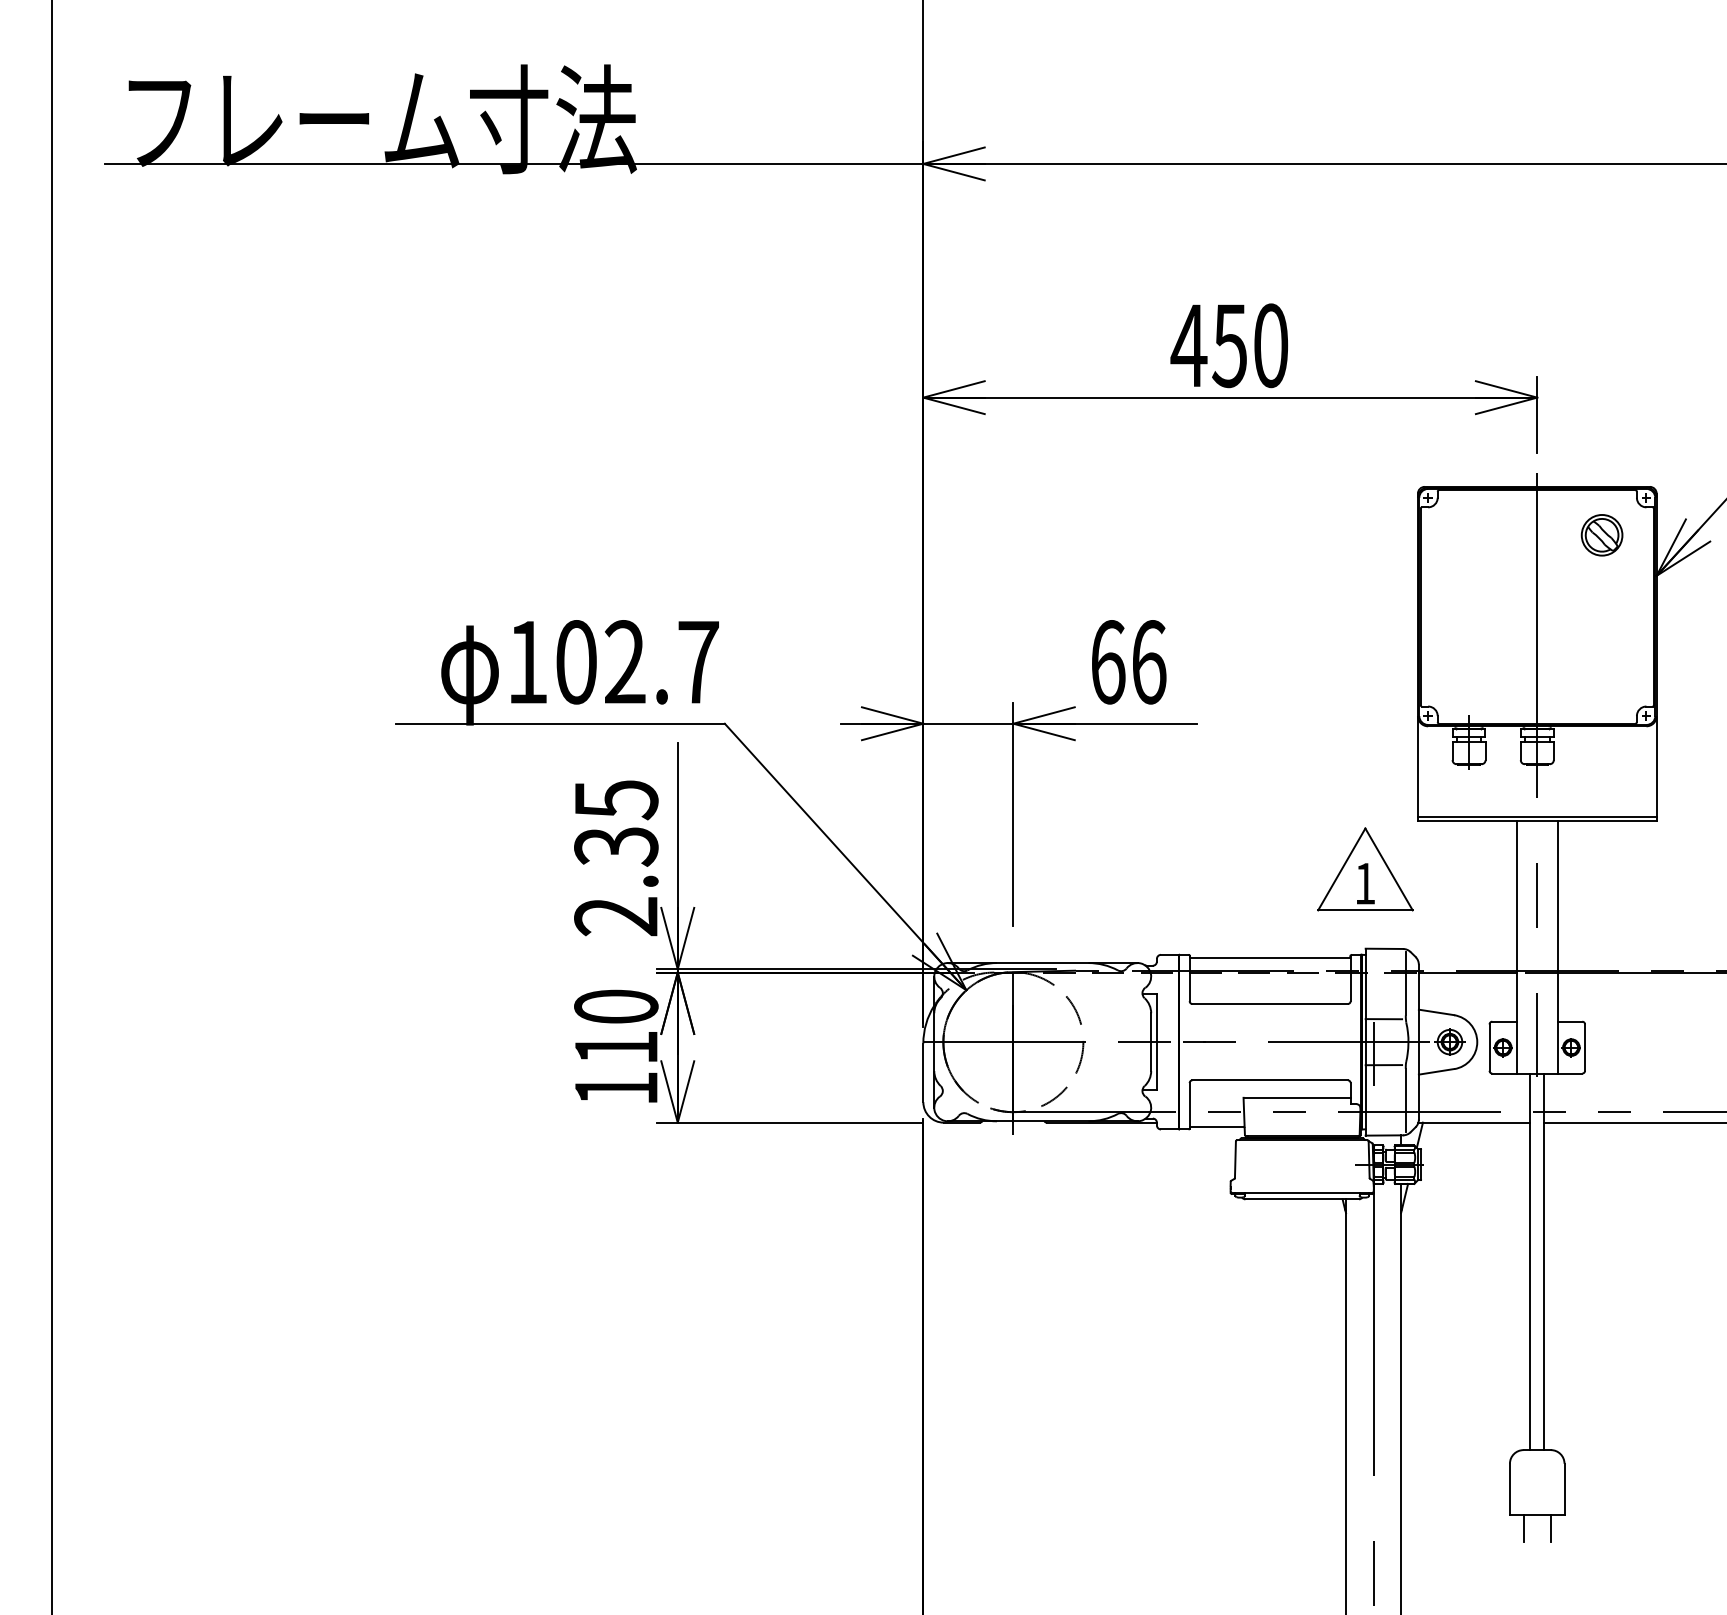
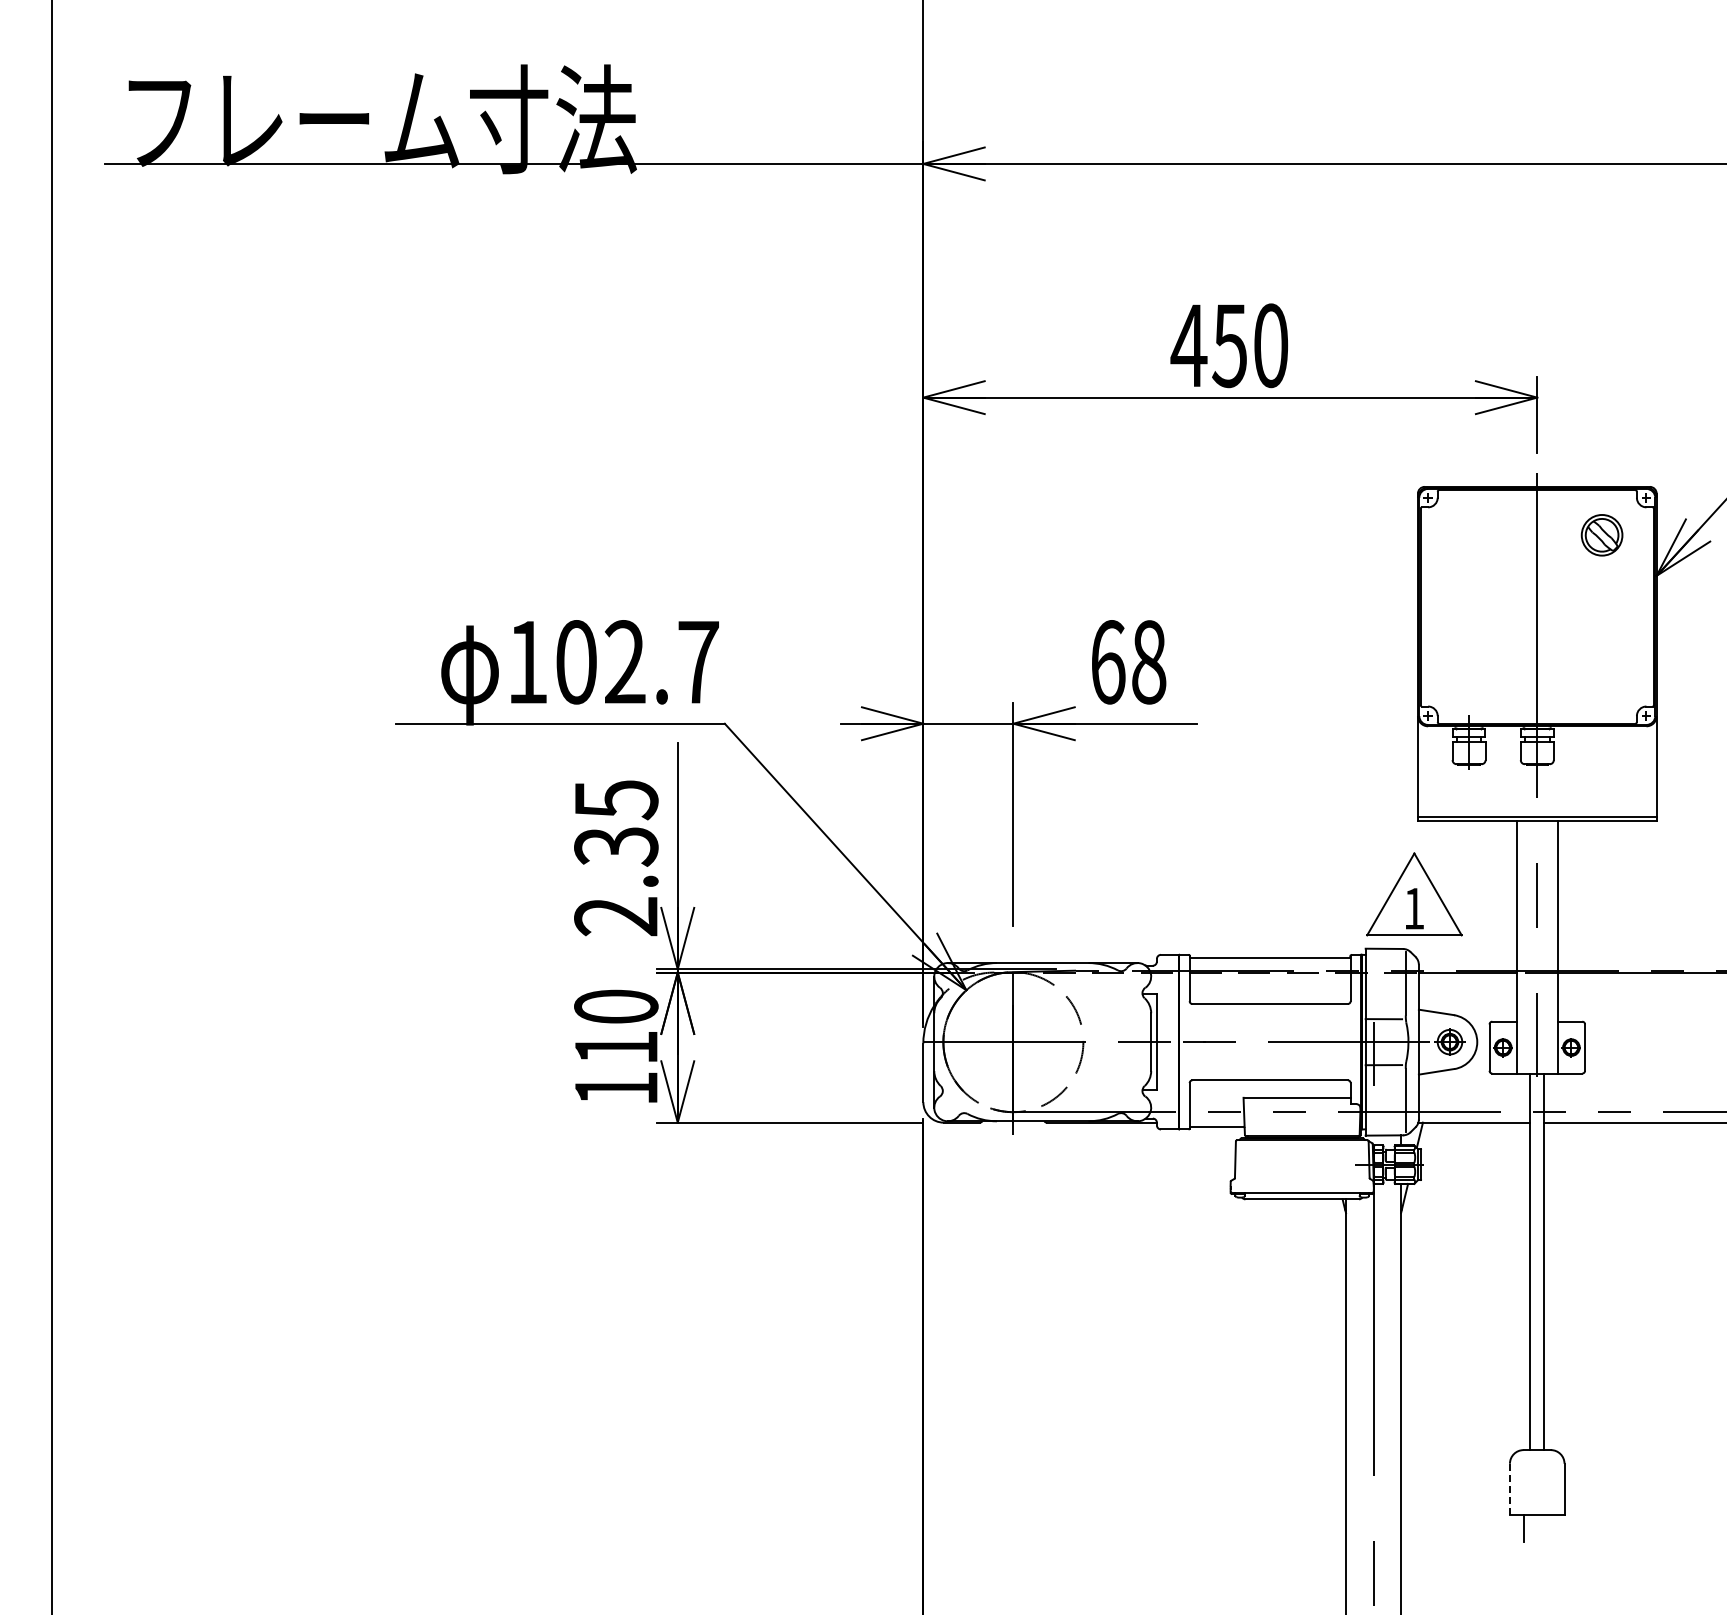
text at (1149, 662): 66 -> 68
part at (1365, 869) position: (1365, 869) -> (1414, 894)
line at (1509, 1489): solid -> dashed
line at (1550, 1528): present -> none
